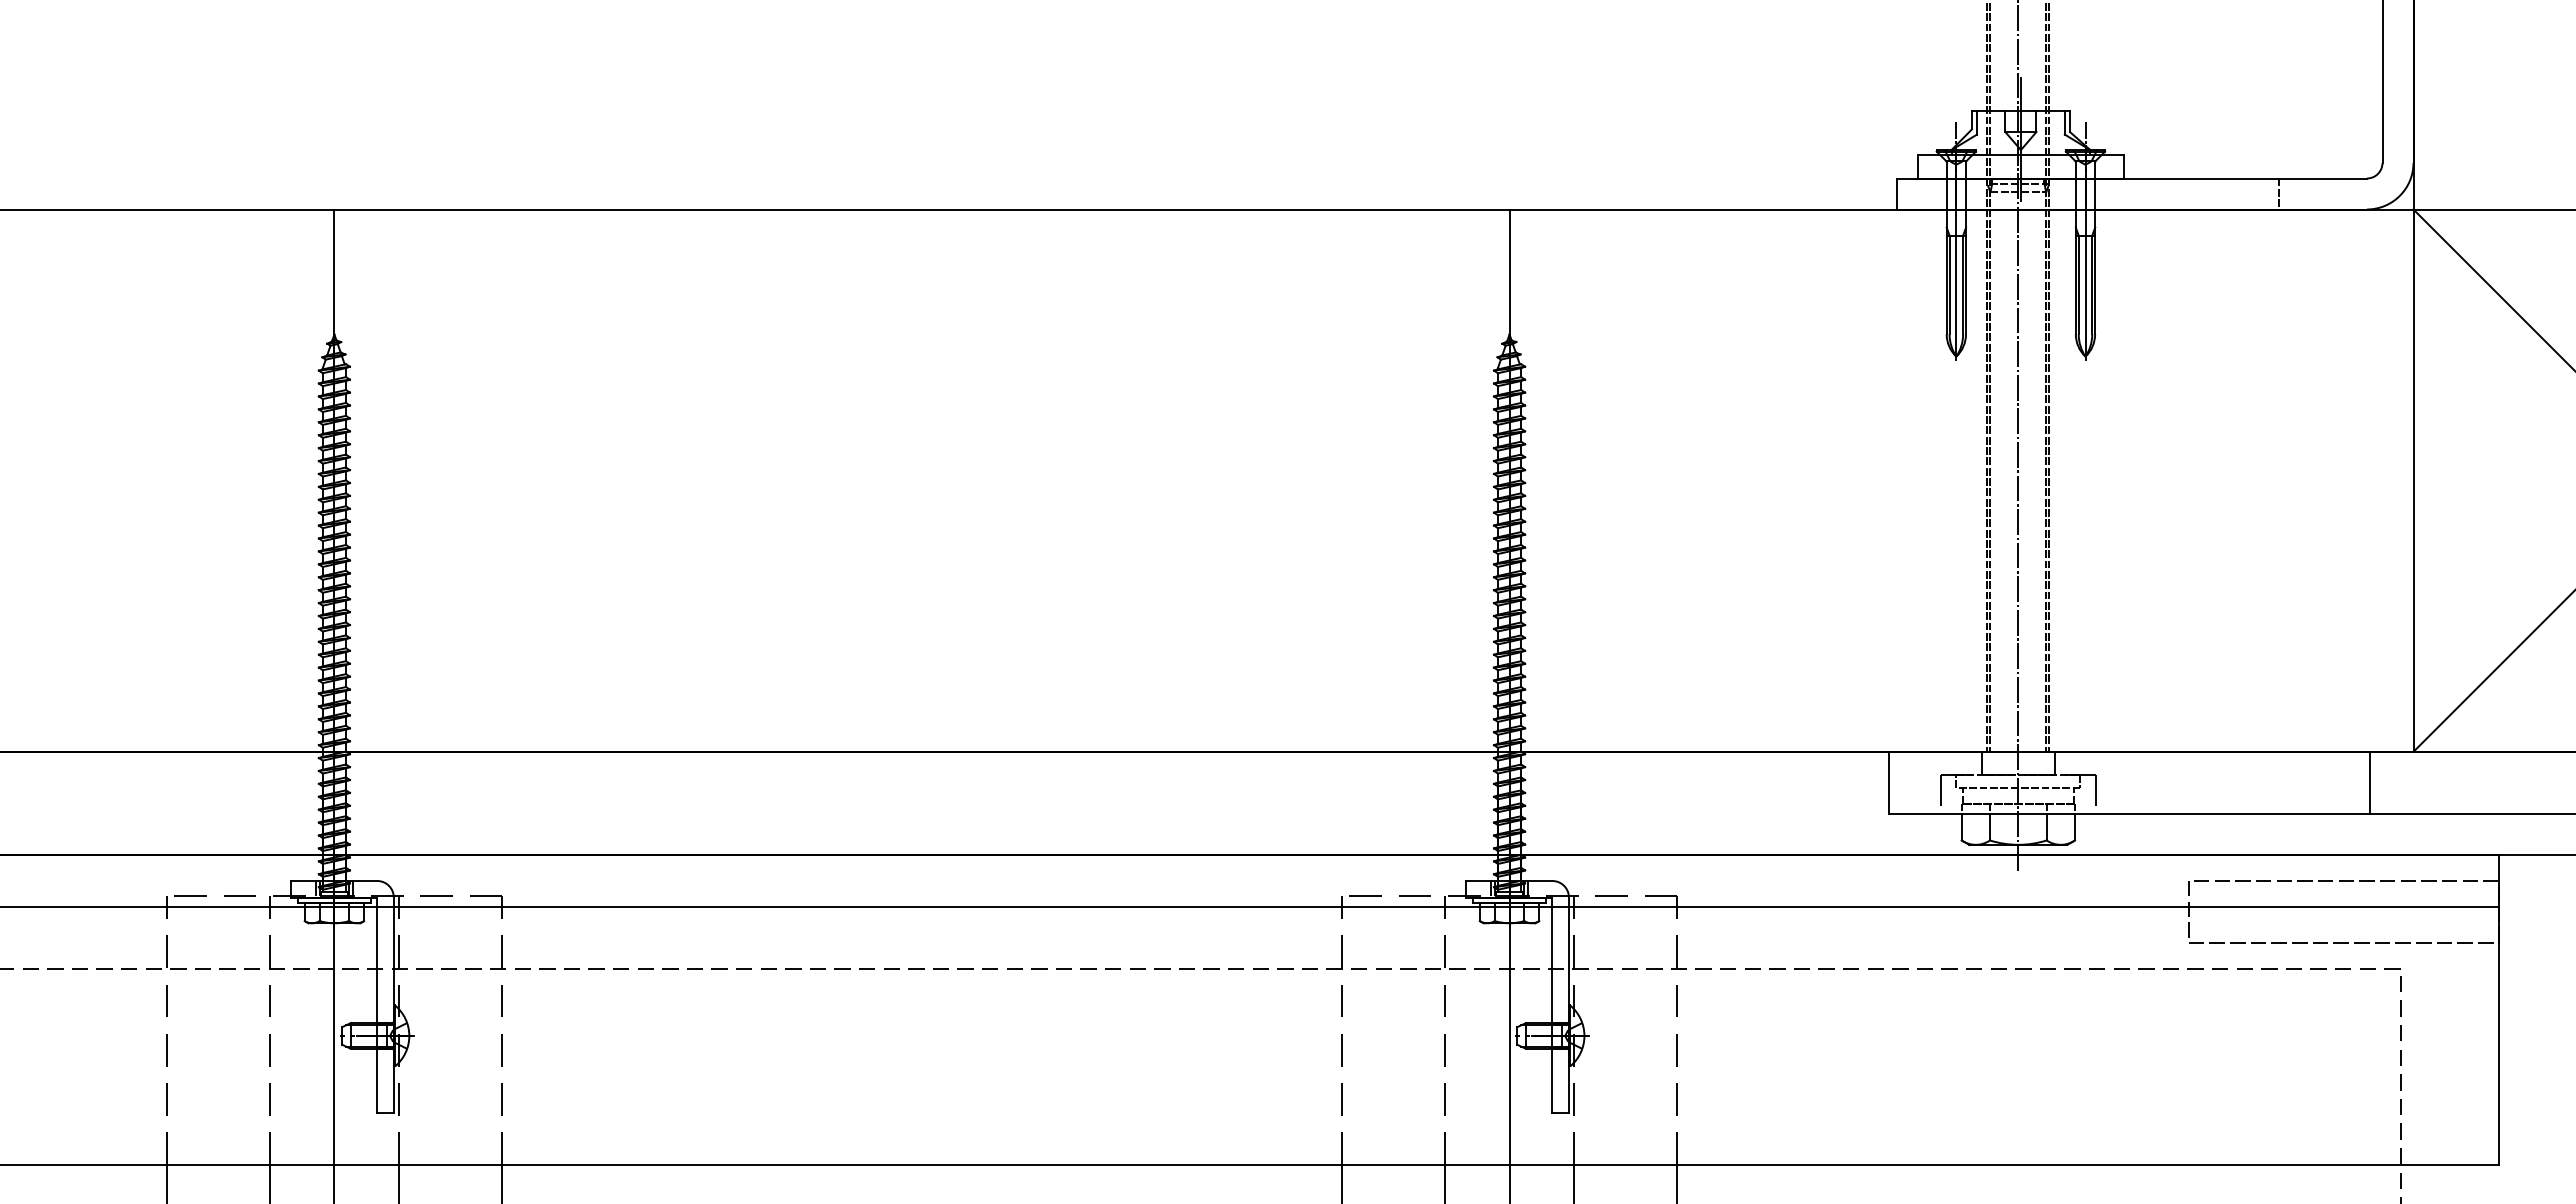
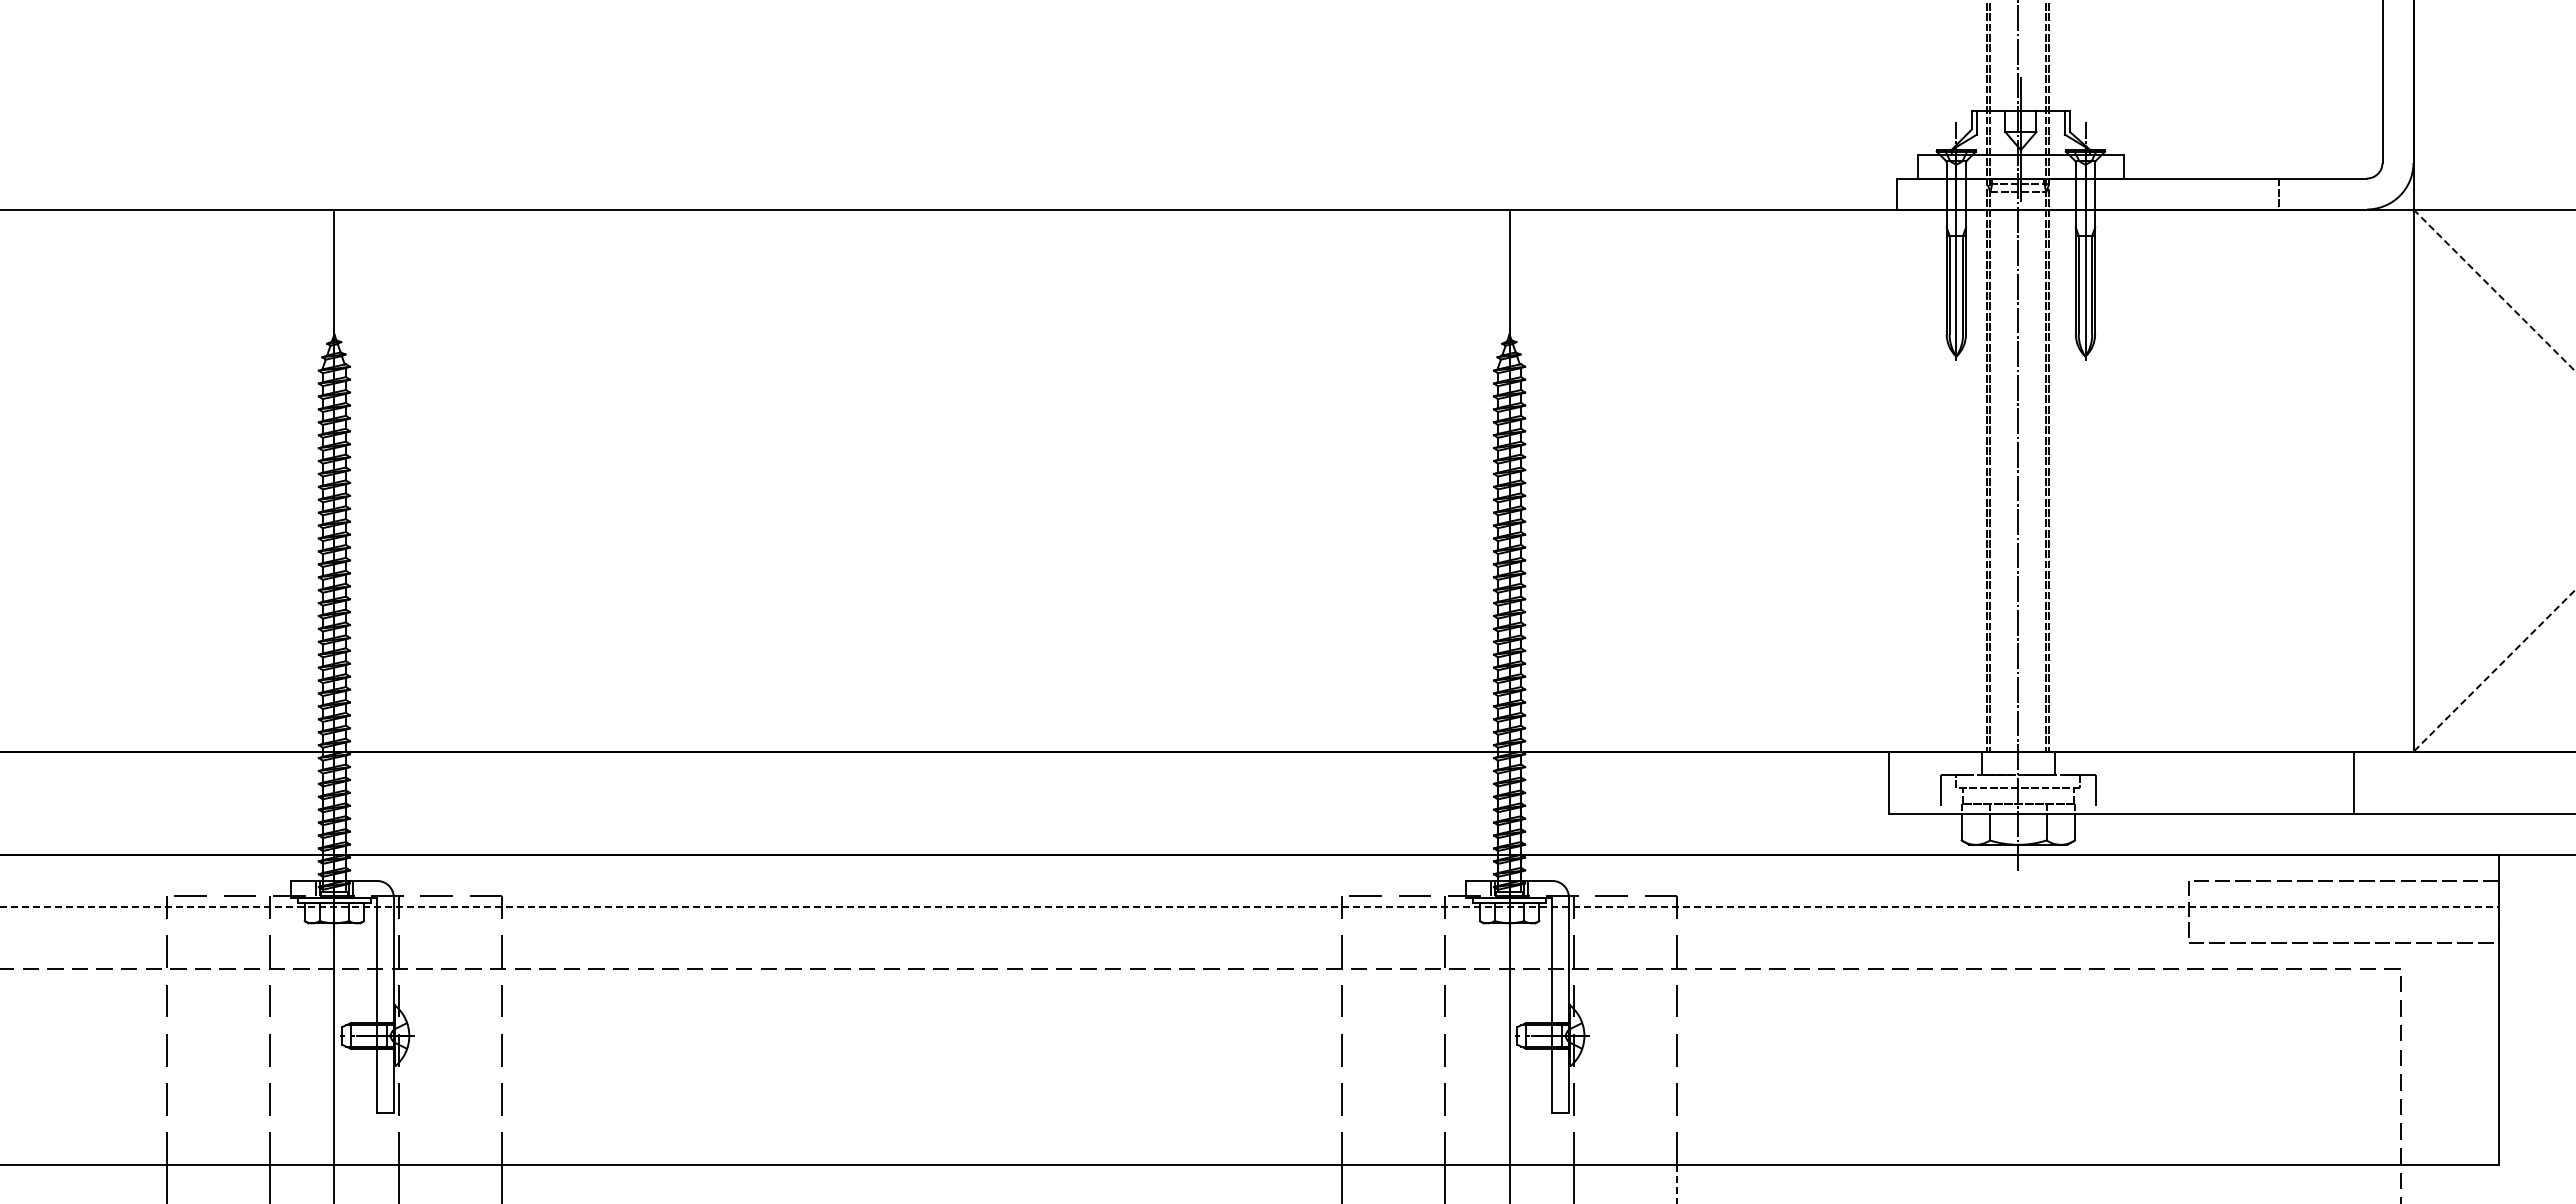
line at (2494, 290): solid -> dashed
line at (2494, 670): solid -> dashed
line at (2369, 782) position: (2369, 782) -> (2353, 782)
line at (1249, 906): solid -> dashed
line at (1677, 1184): solid -> dashed
